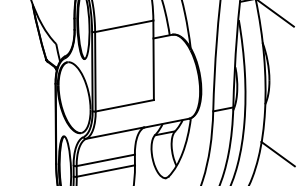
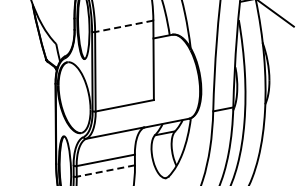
line at (124, 26): solid -> dashed
line at (277, 153): present -> none
line at (105, 171): solid -> dashed
